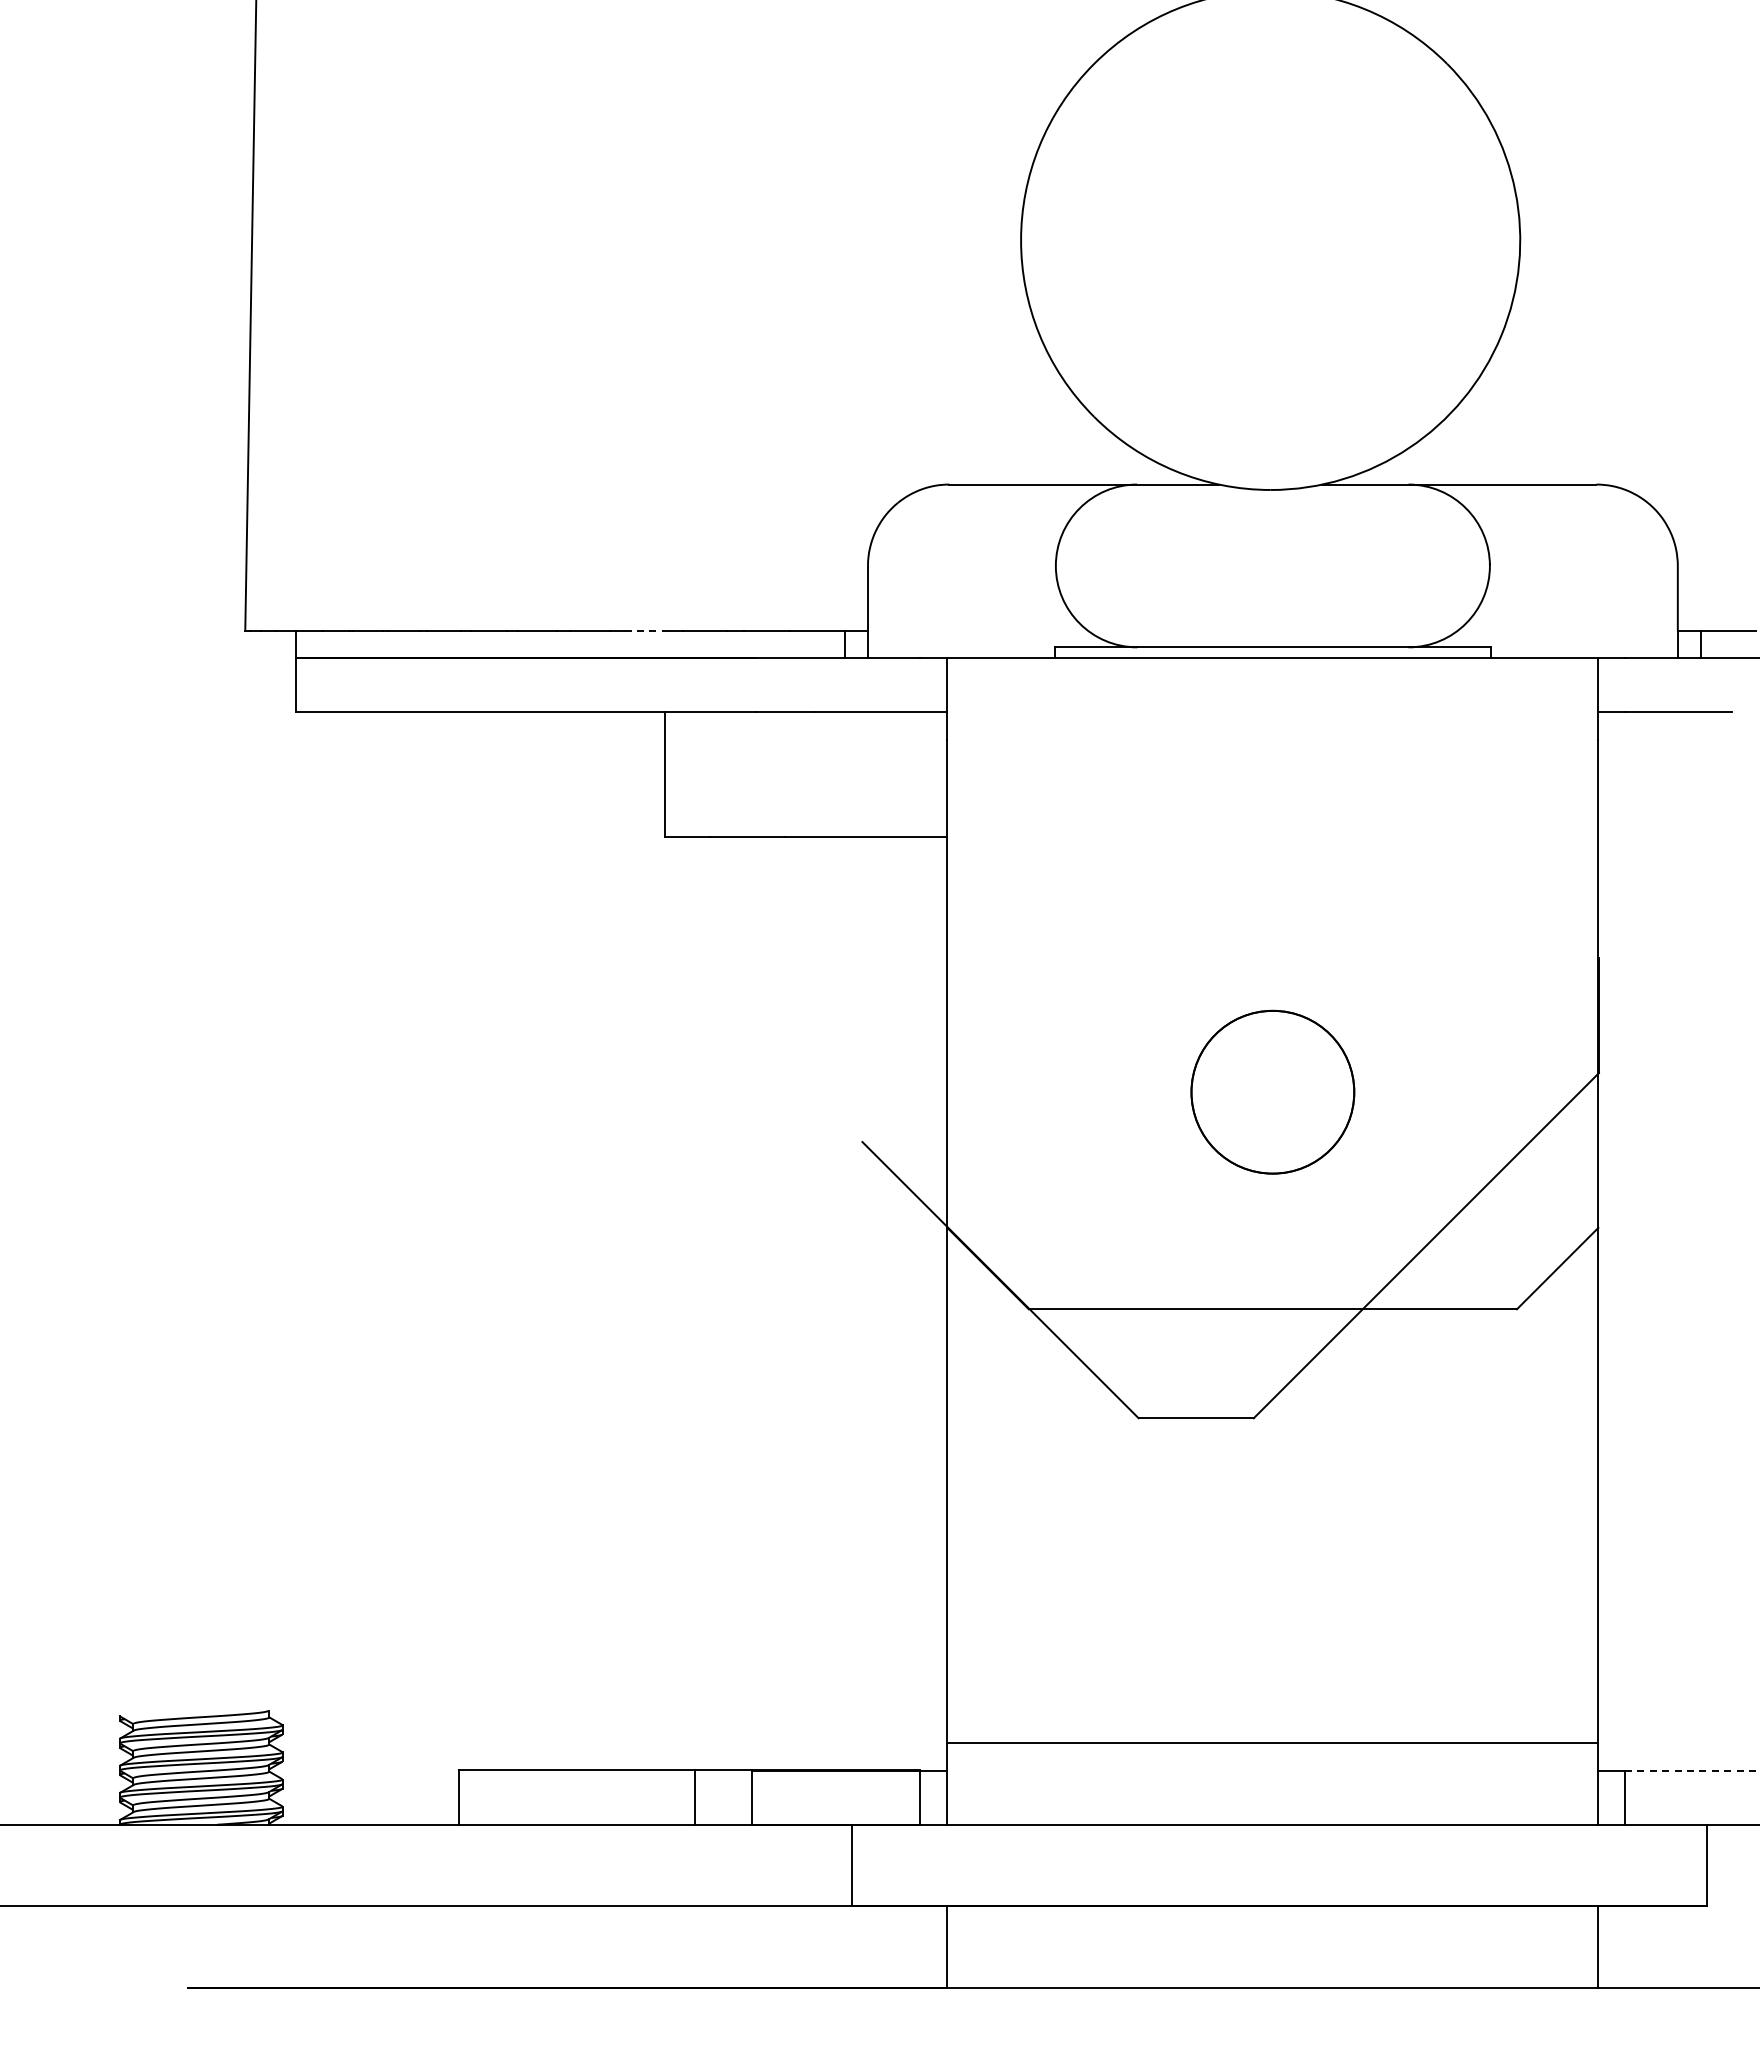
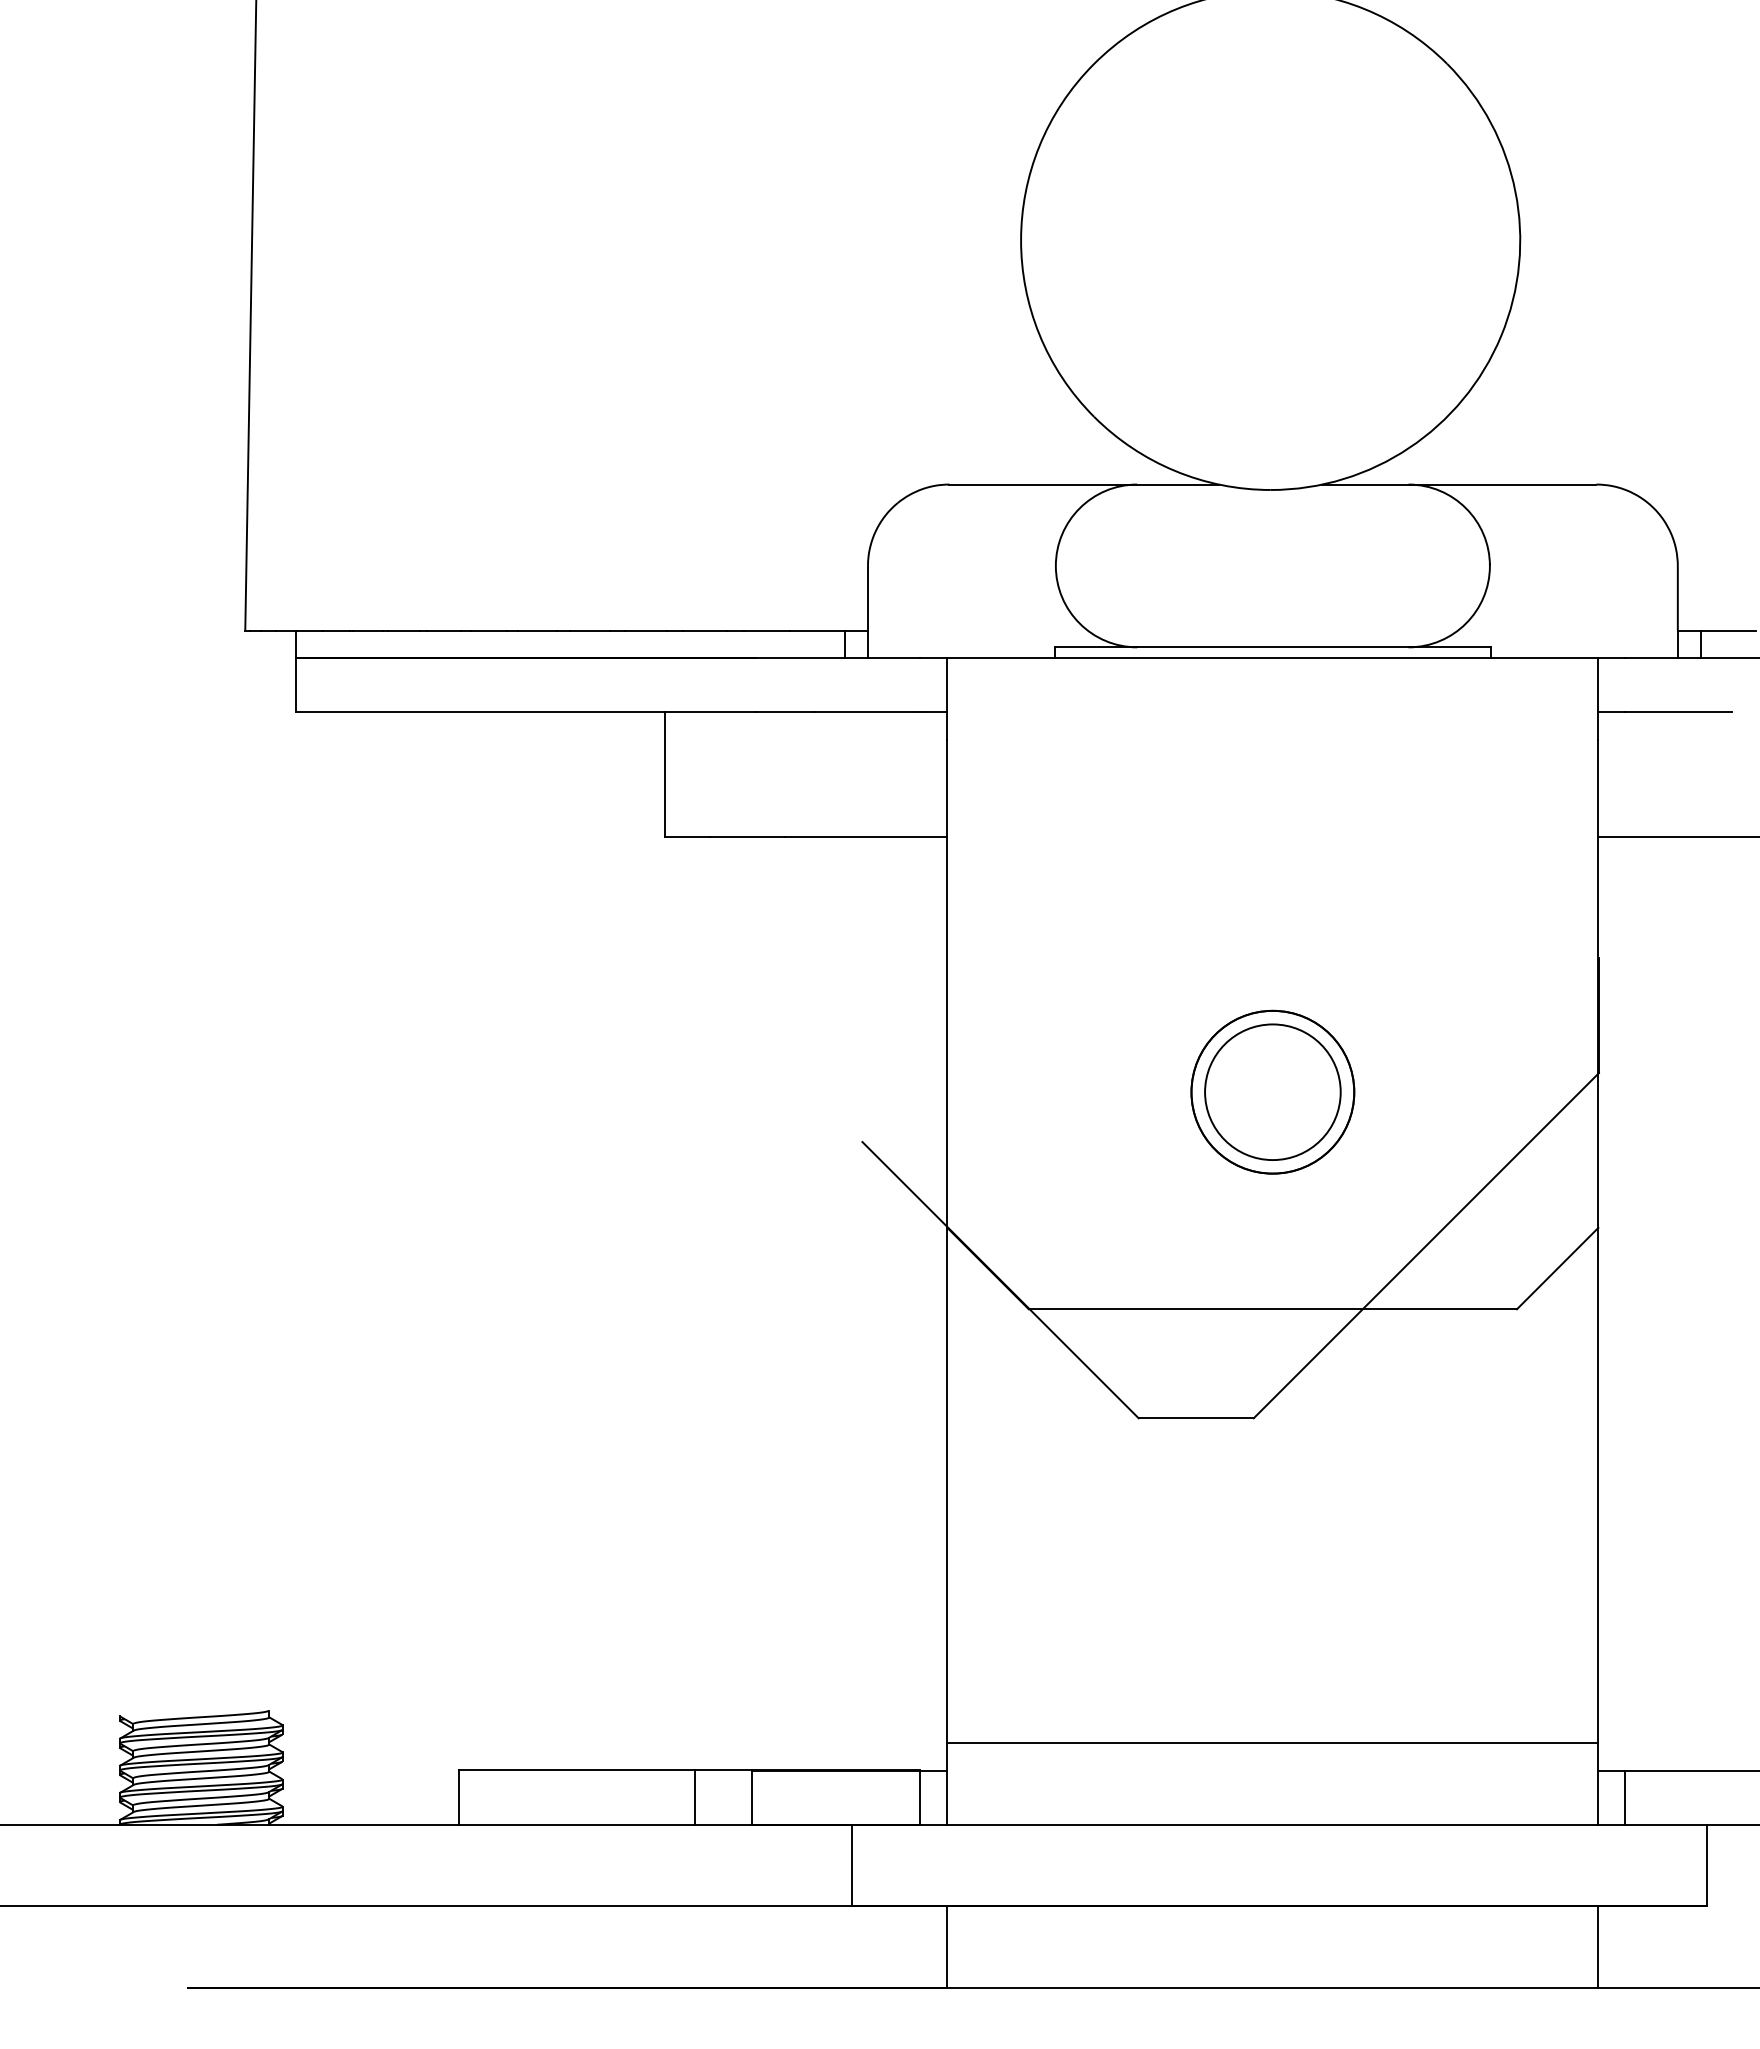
line at (646, 631): dashed -> solid
line at (1677, 837): none -> present
circle at (1272, 1091): none -> present
line at (1692, 1770): dashed -> solid
